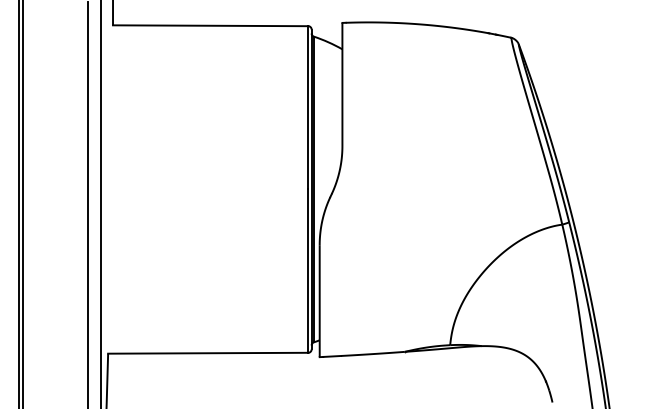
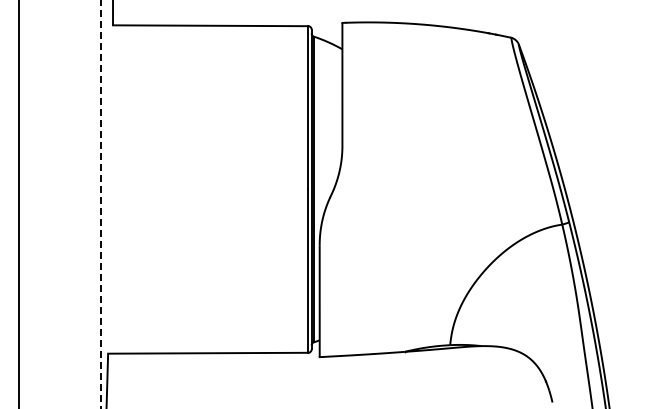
line at (22, 203): present -> none
line at (87, 203): present -> none
line at (100, 204): solid -> dashed
